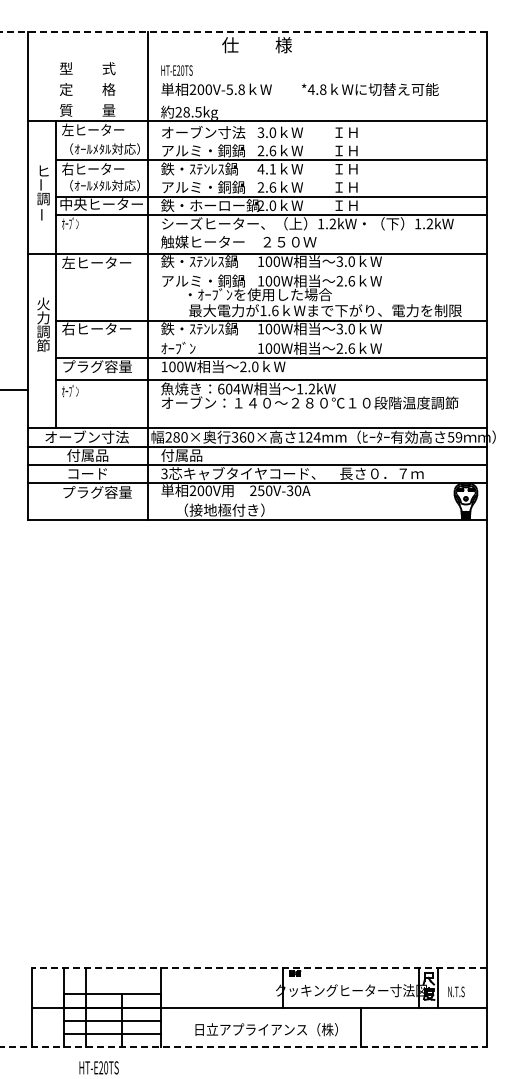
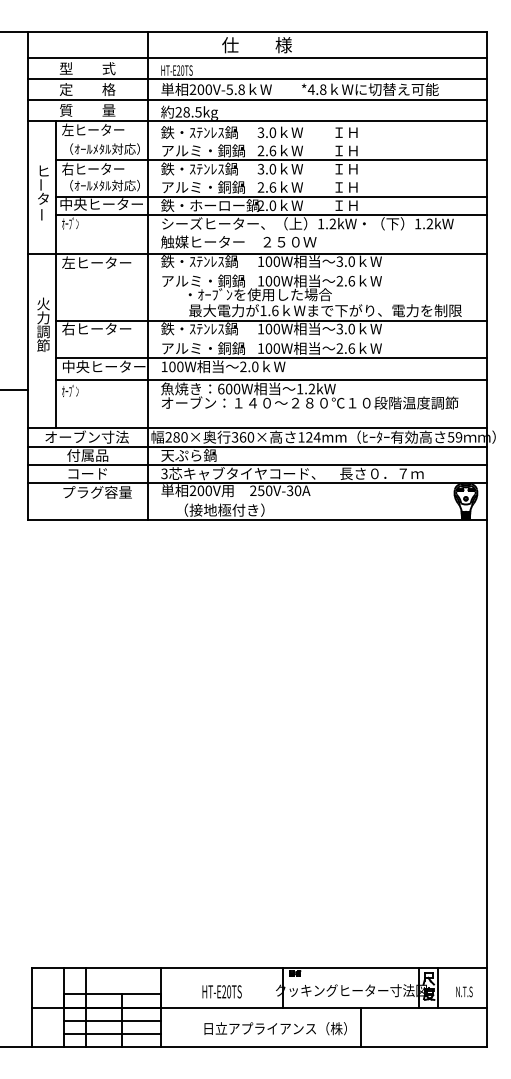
line at (243, 32): dashed -> solid
line at (256, 58): none -> present
line at (256, 79): none -> present
line at (256, 100): none -> present
text at (203, 132): オーブン寸法 -> 鉄・ｽﾃﾝﾚｽ鍋
text at (266, 168): 4.1 -> 3.0
text at (43, 198): 調 -> タ
text at (202, 347): ｵｰﾌﾞﾝ -> アルミ・銅鍋
text at (104, 366): プラグ容量 -> 中央ヒーター
text at (236, 388): 604W -> 600W
text at (188, 455): 付属品 -> 天ぷら鍋
line at (258, 968): dashed -> solid
text at (456, 991) position: (456, 991) -> (464, 991)
text at (266, 1029) position: (266, 1029) -> (275, 1028)
line at (243, 1046): dashed -> solid
text at (98, 1067) position: (98, 1067) -> (221, 991)
